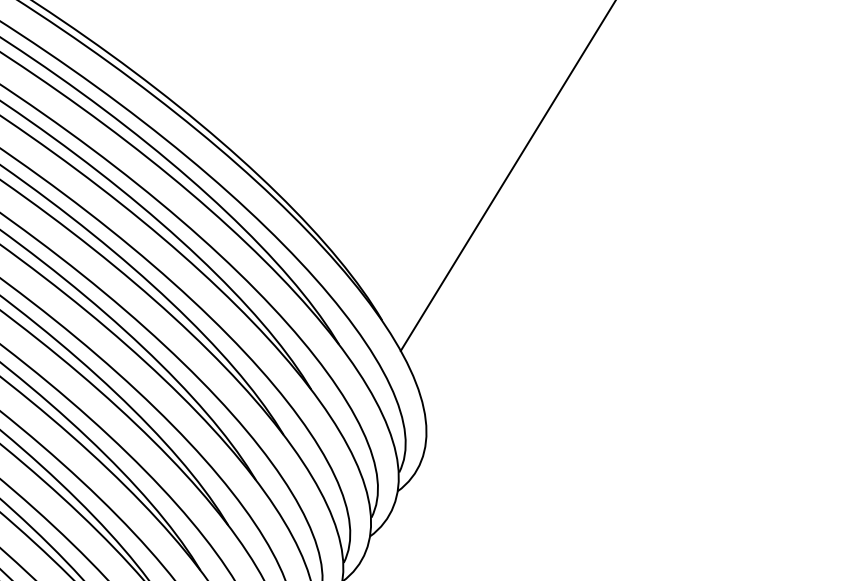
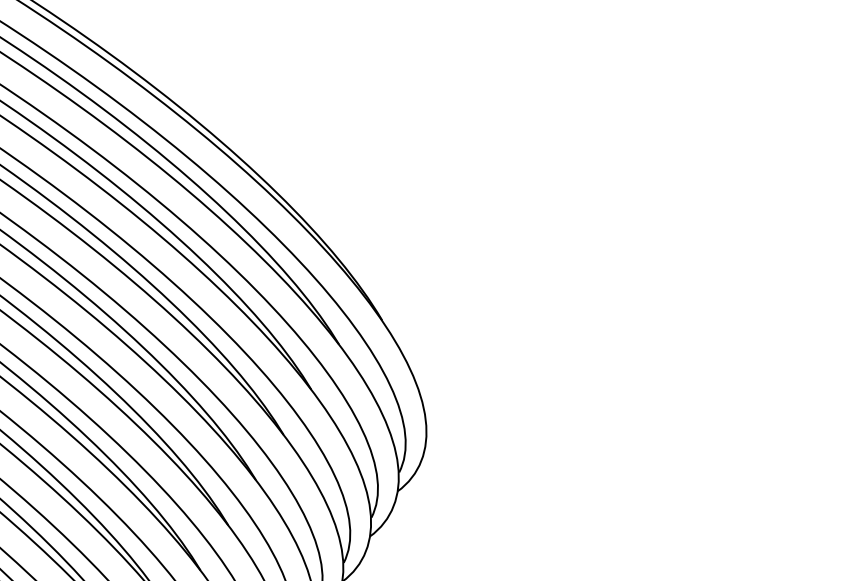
line at (507, 176): present -> none
